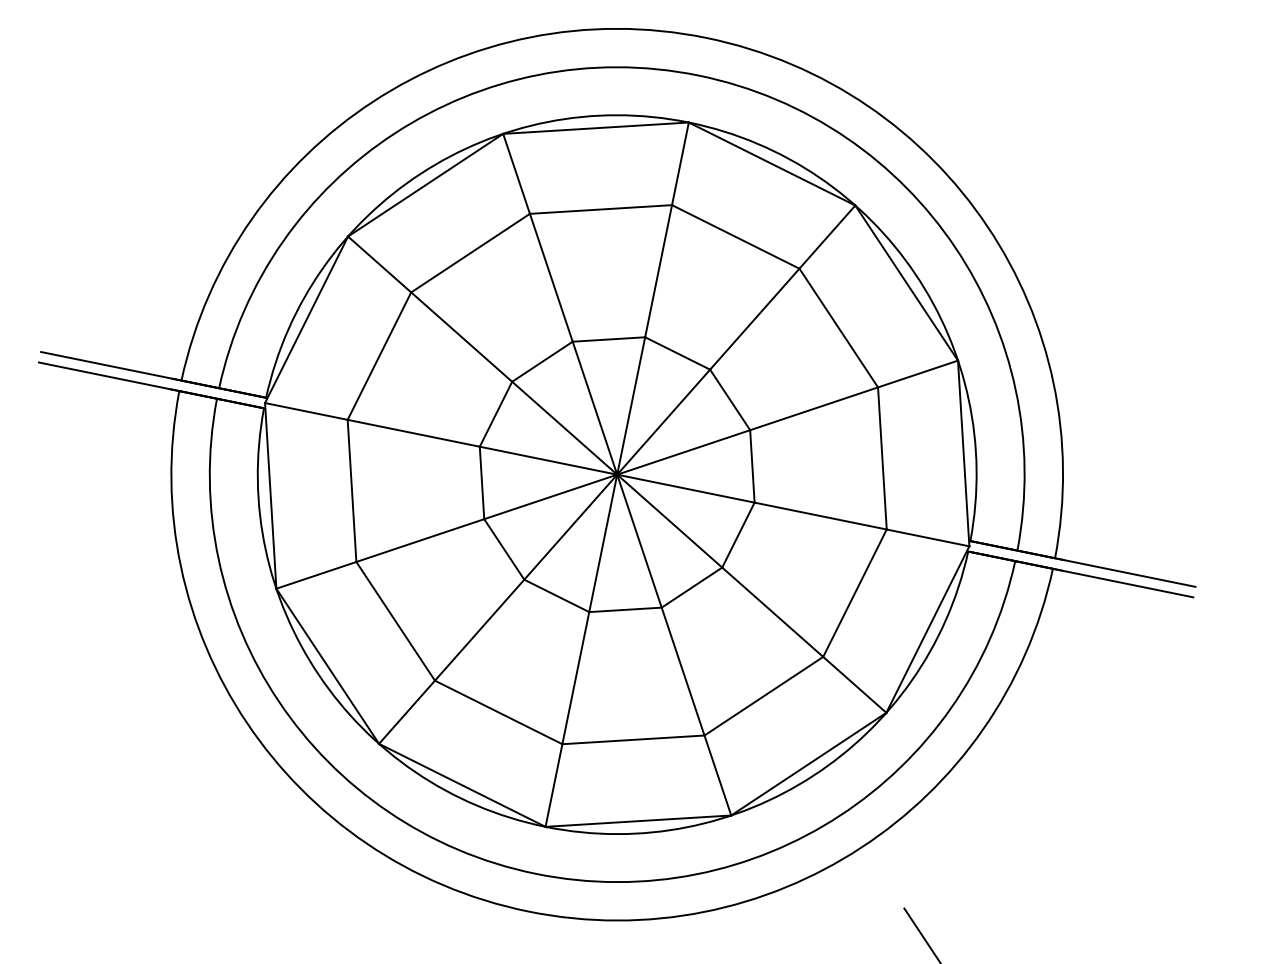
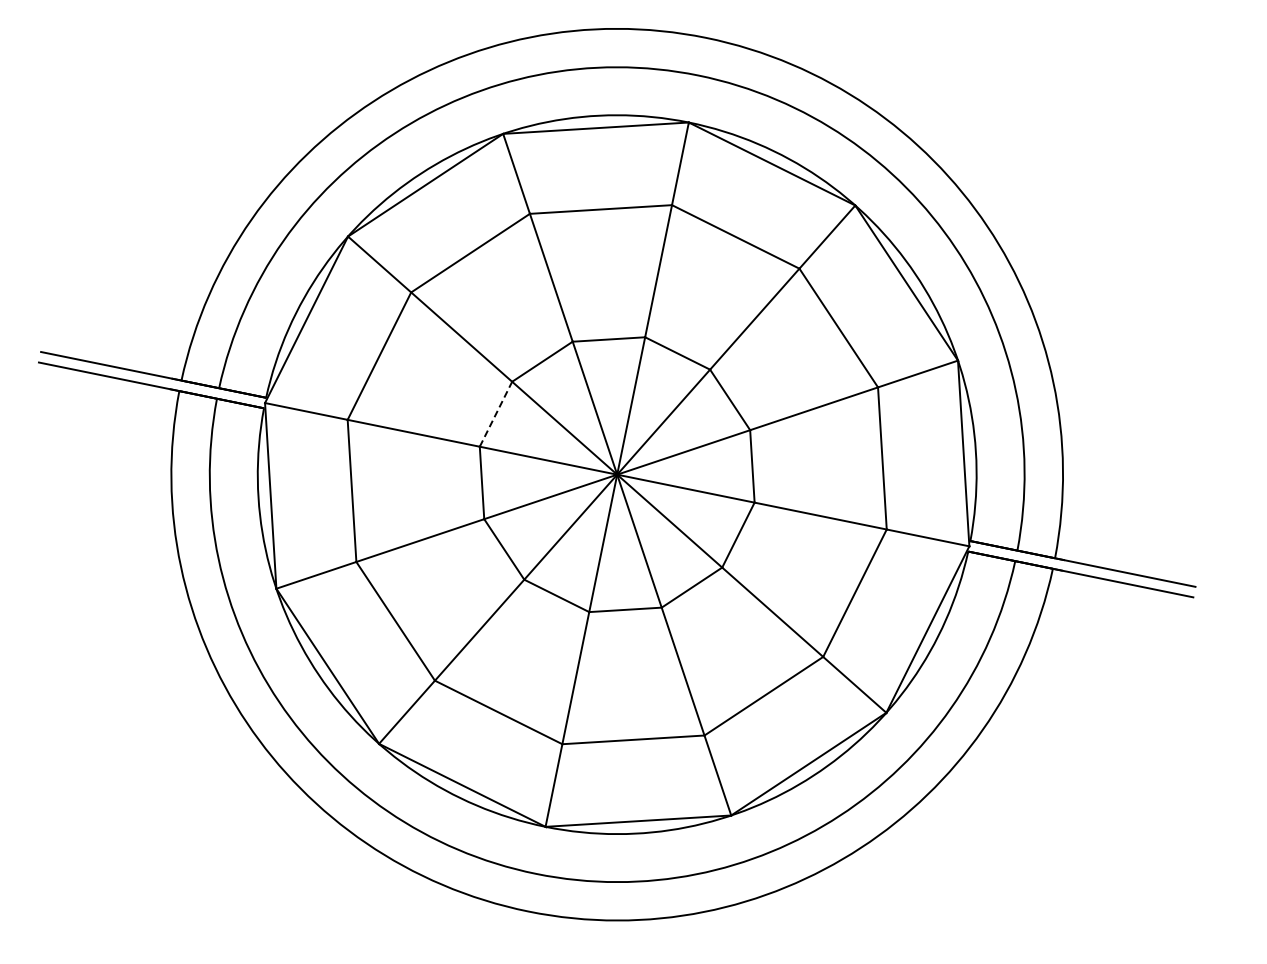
line at (496, 413): solid -> dashed
line at (921, 934): present -> none
